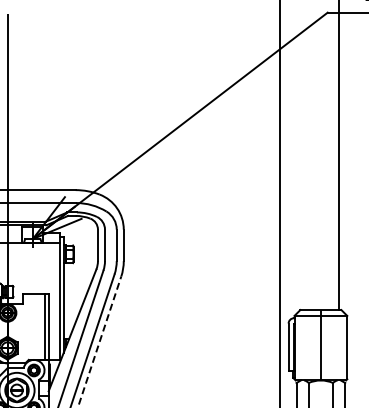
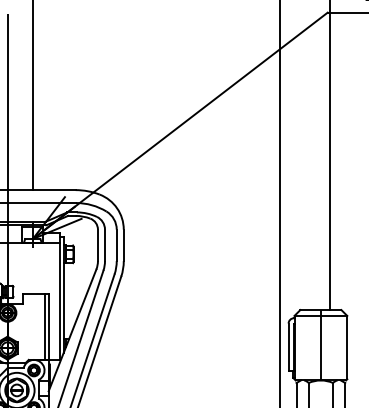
line at (32, 96): none -> present
line at (339, 156) position: (339, 156) -> (330, 156)
line at (99, 342): dashed -> solid
